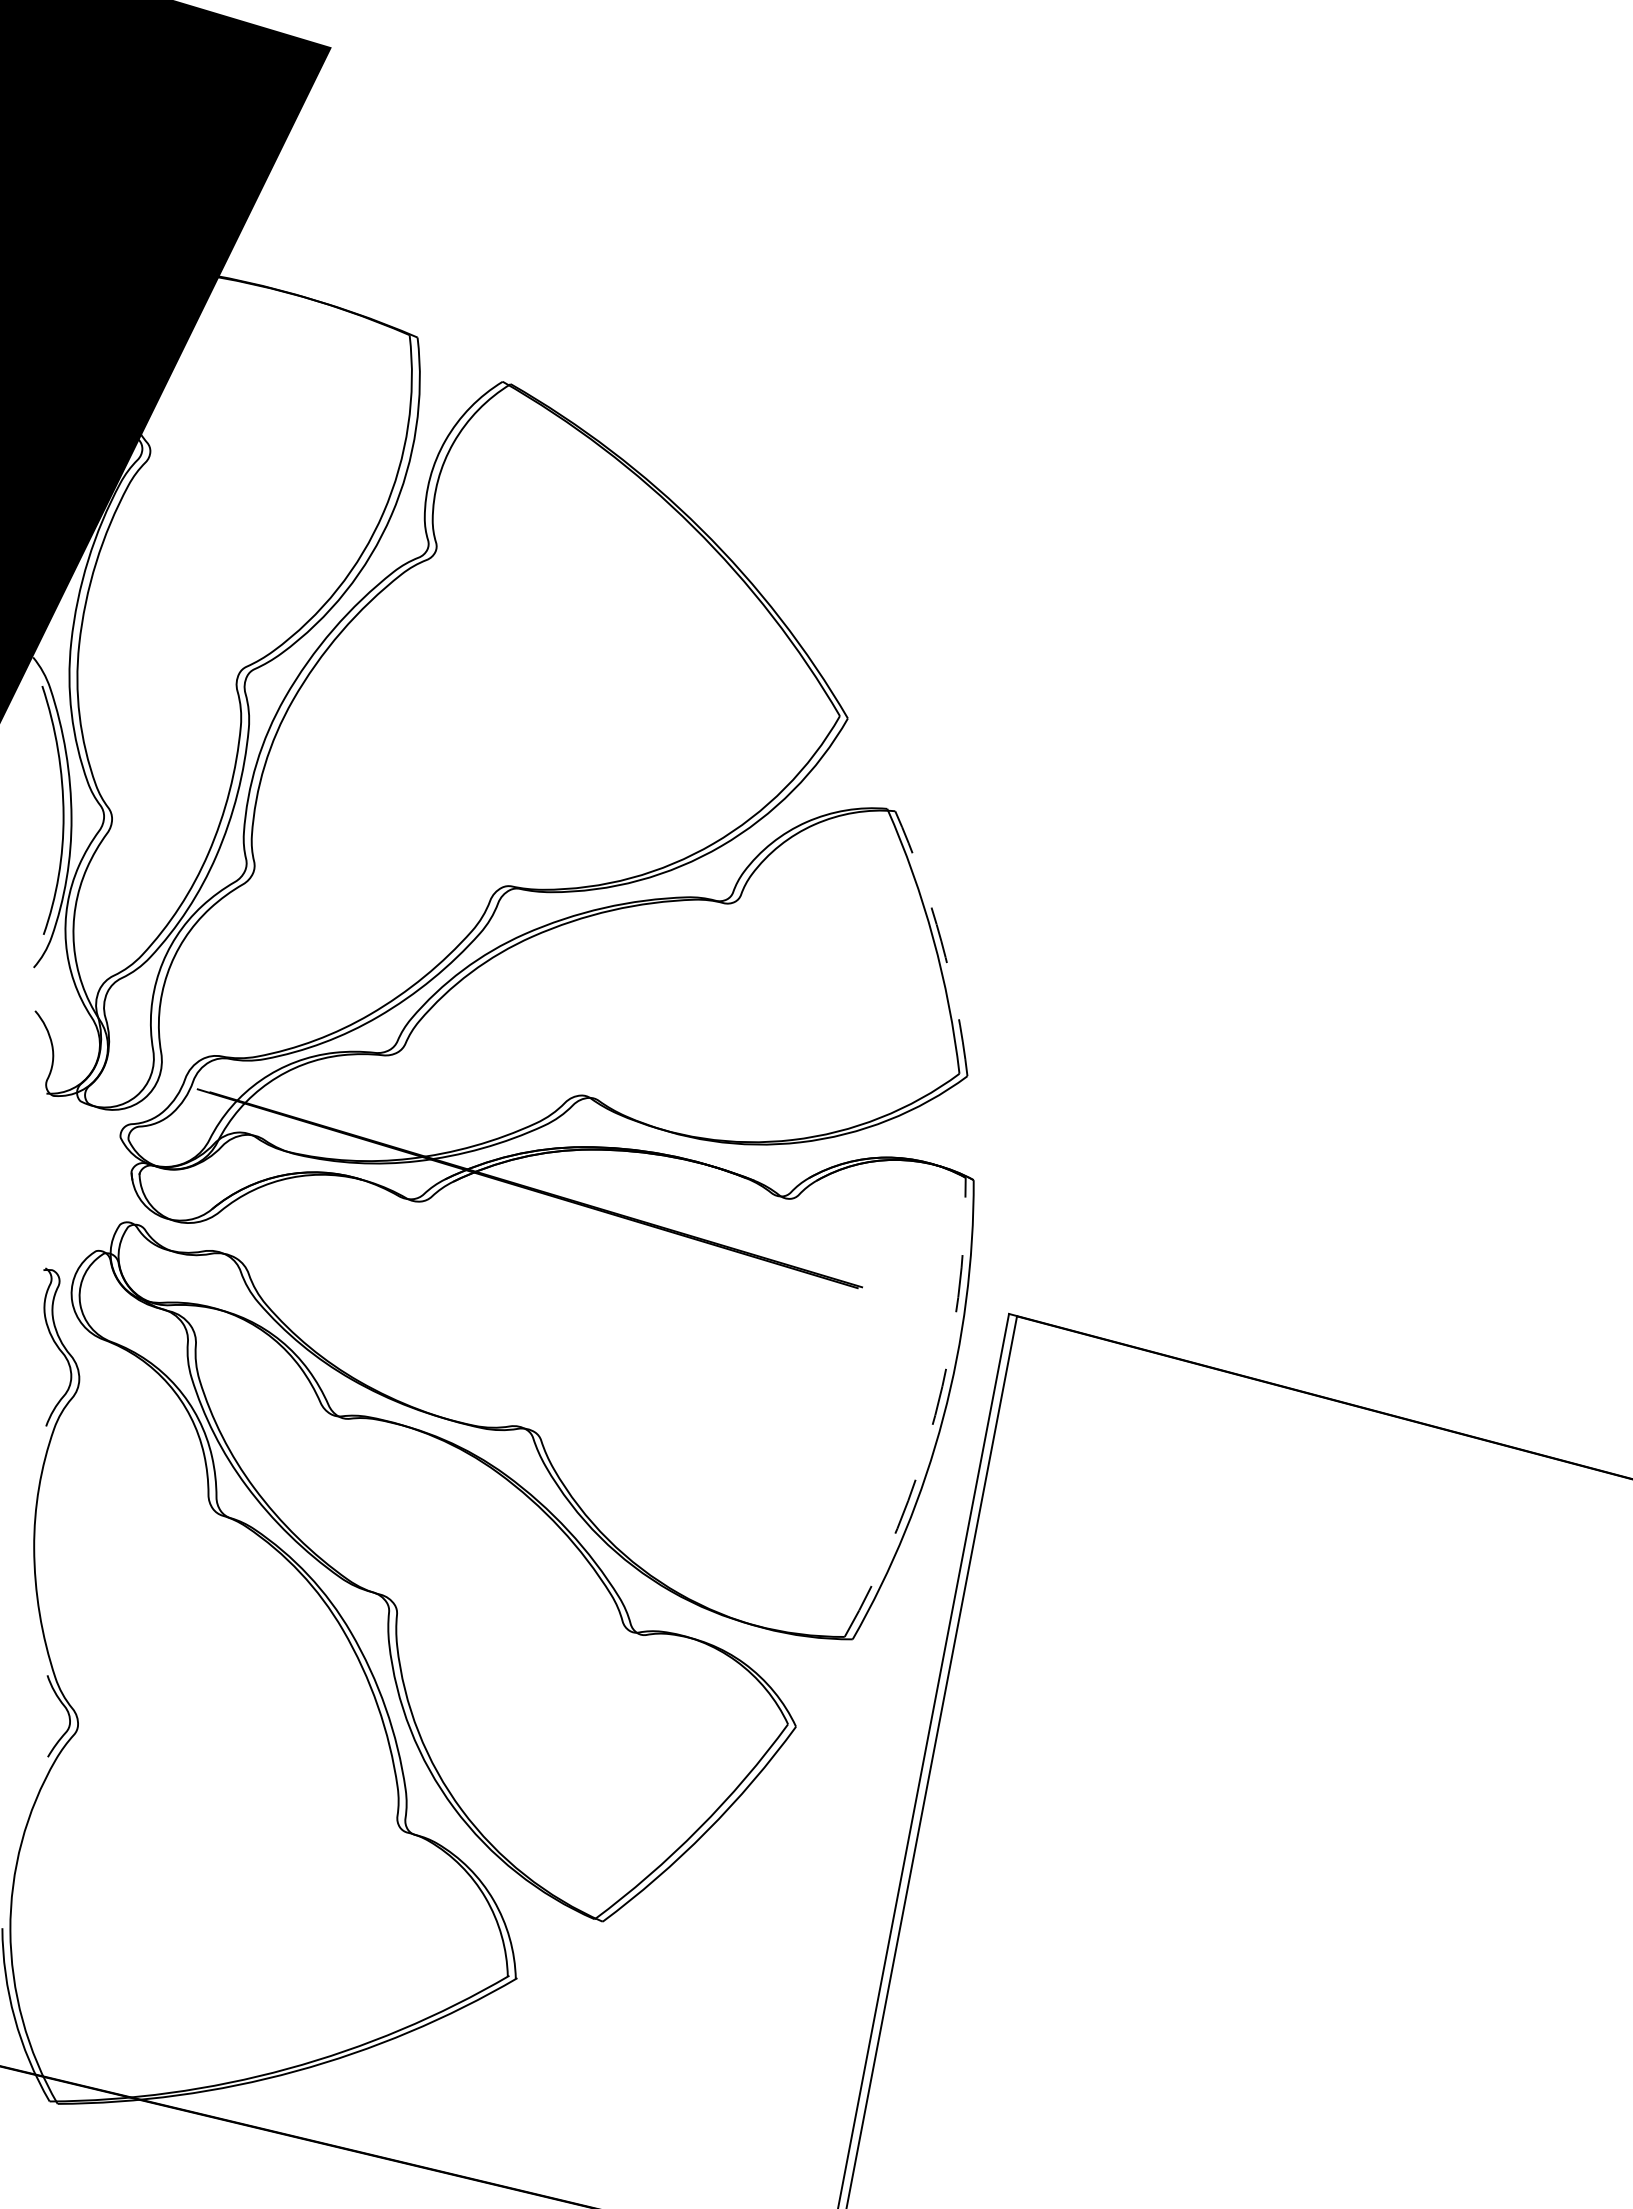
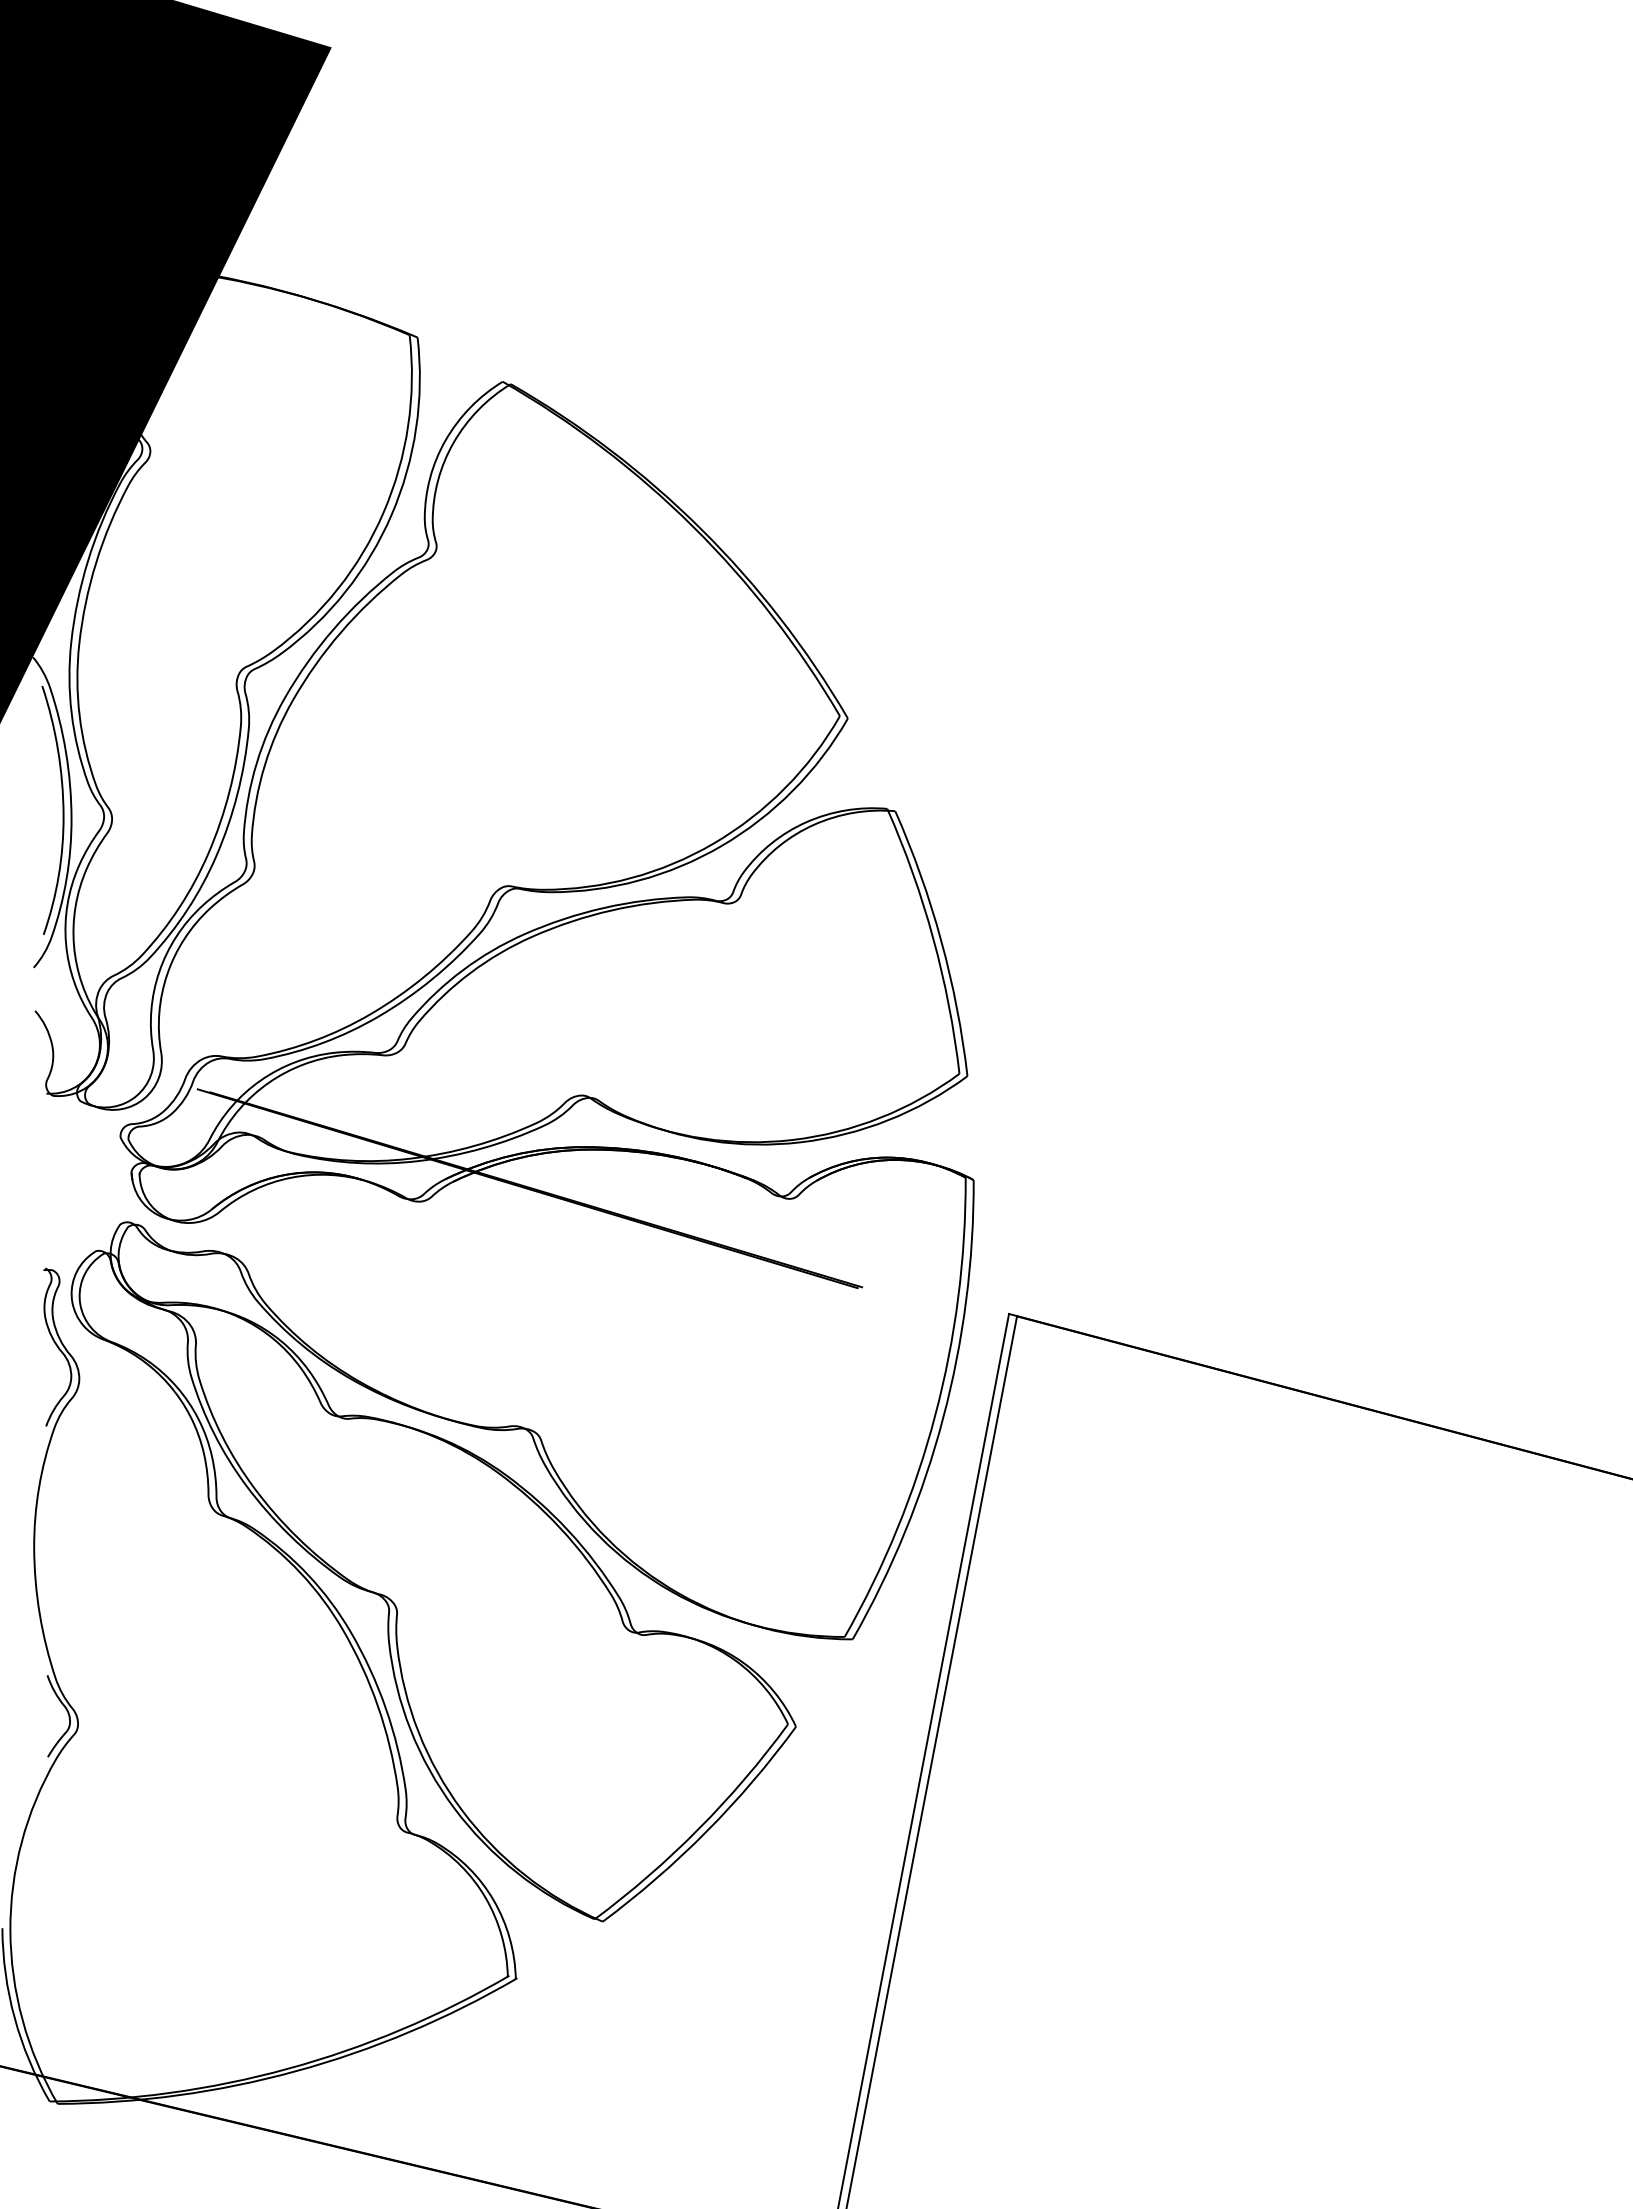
arc at (941, 941): dashed -> solid
arc at (935, 1415): dashed -> solid
